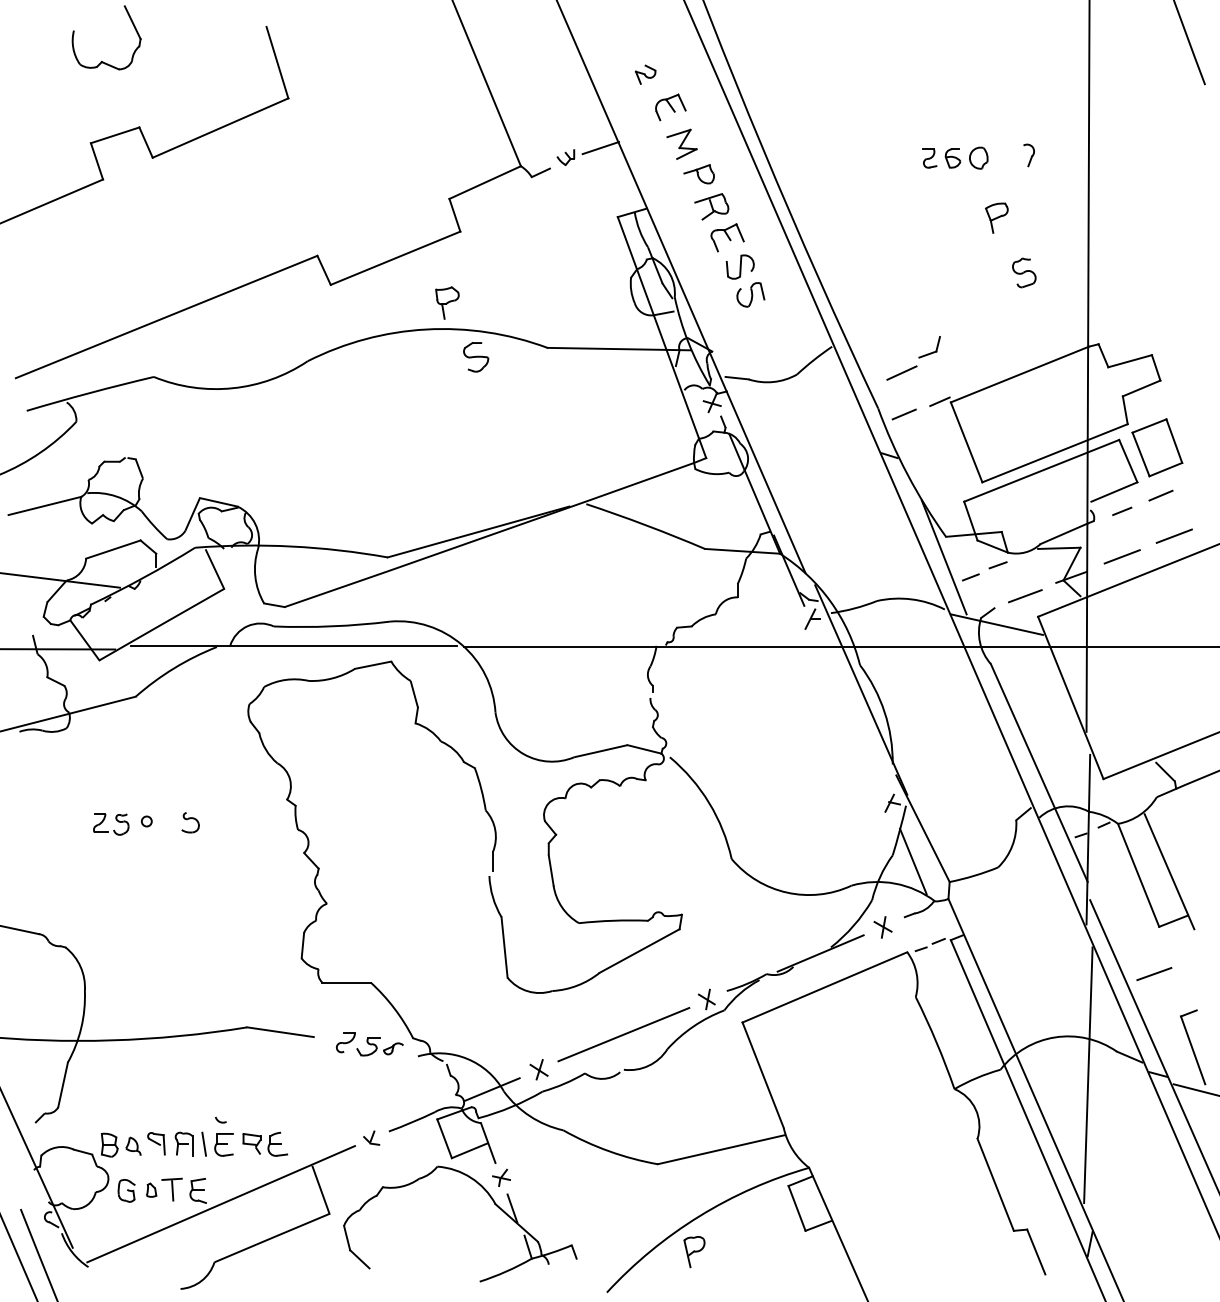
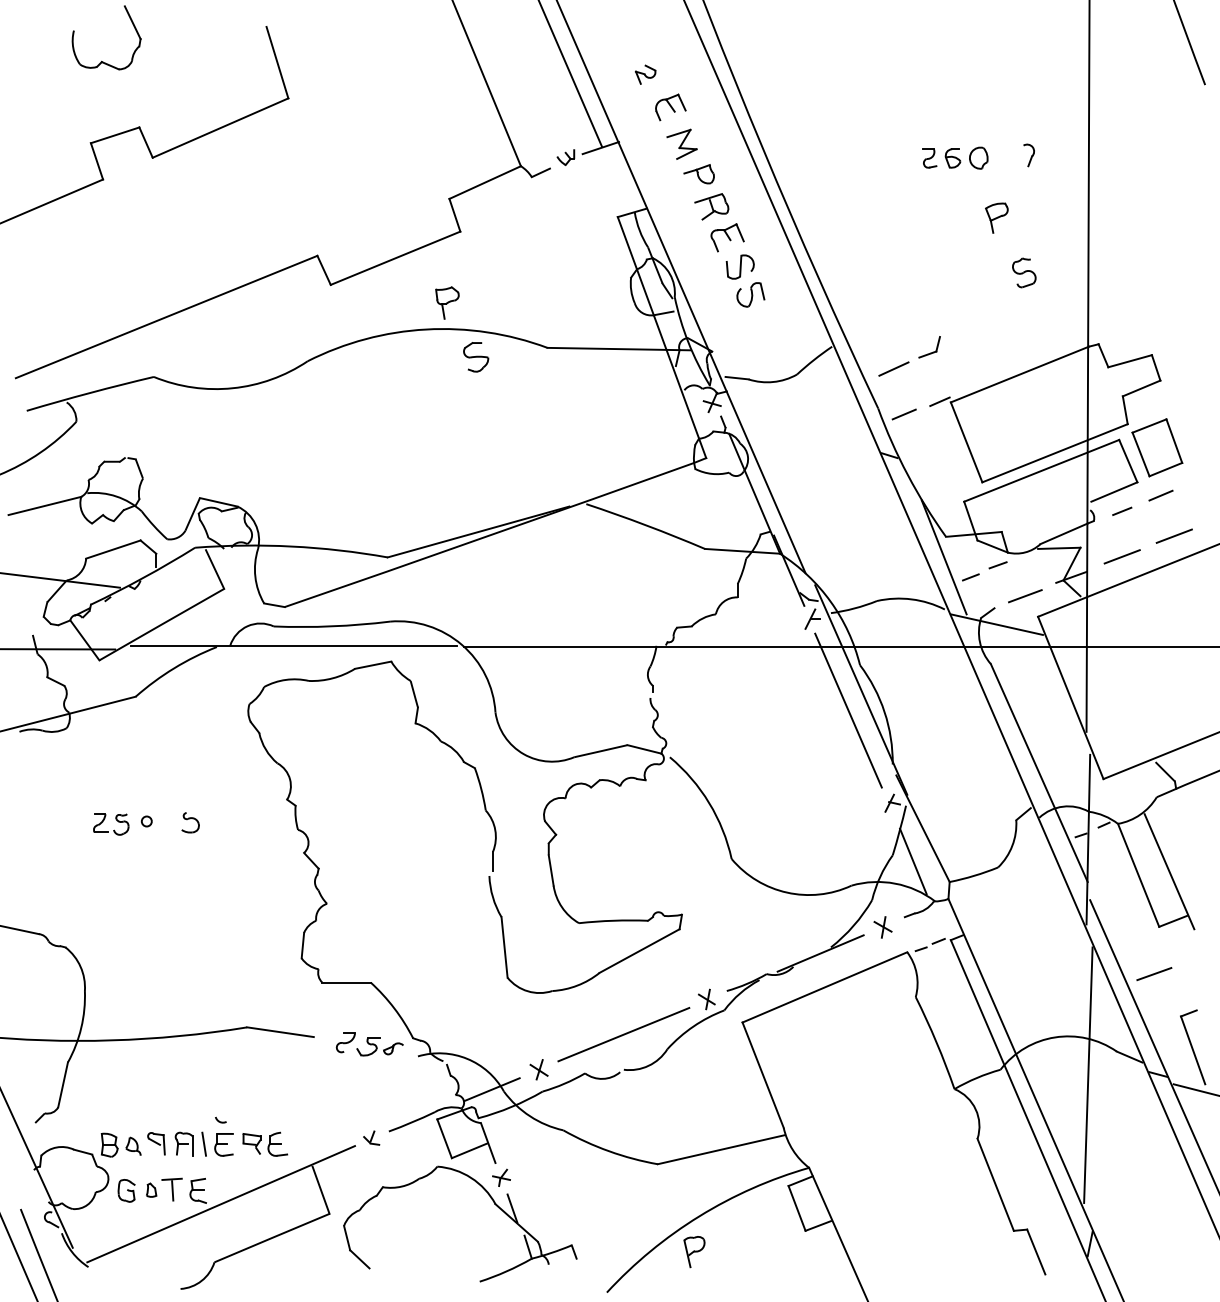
line at (570, 74): none -> present
line at (901, 372) position: (901, 372) -> (893, 368)
line at (848, 710): none -> present
